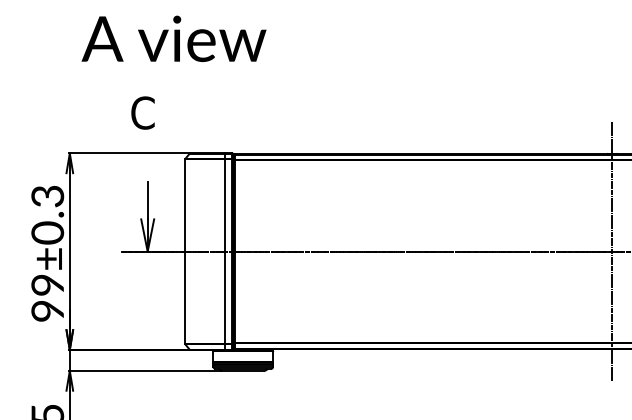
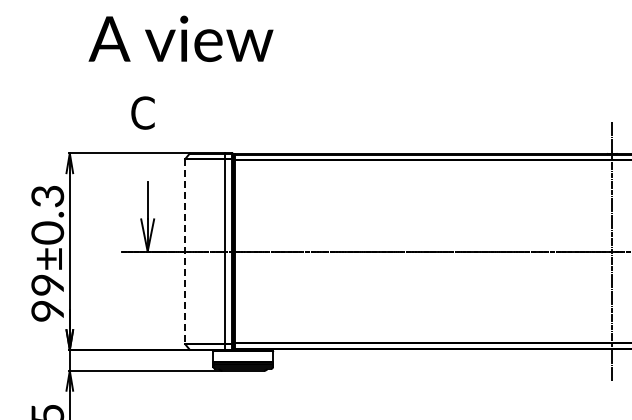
text at (173, 38) position: (173, 38) -> (180, 38)
line at (185, 252): solid -> dashed
